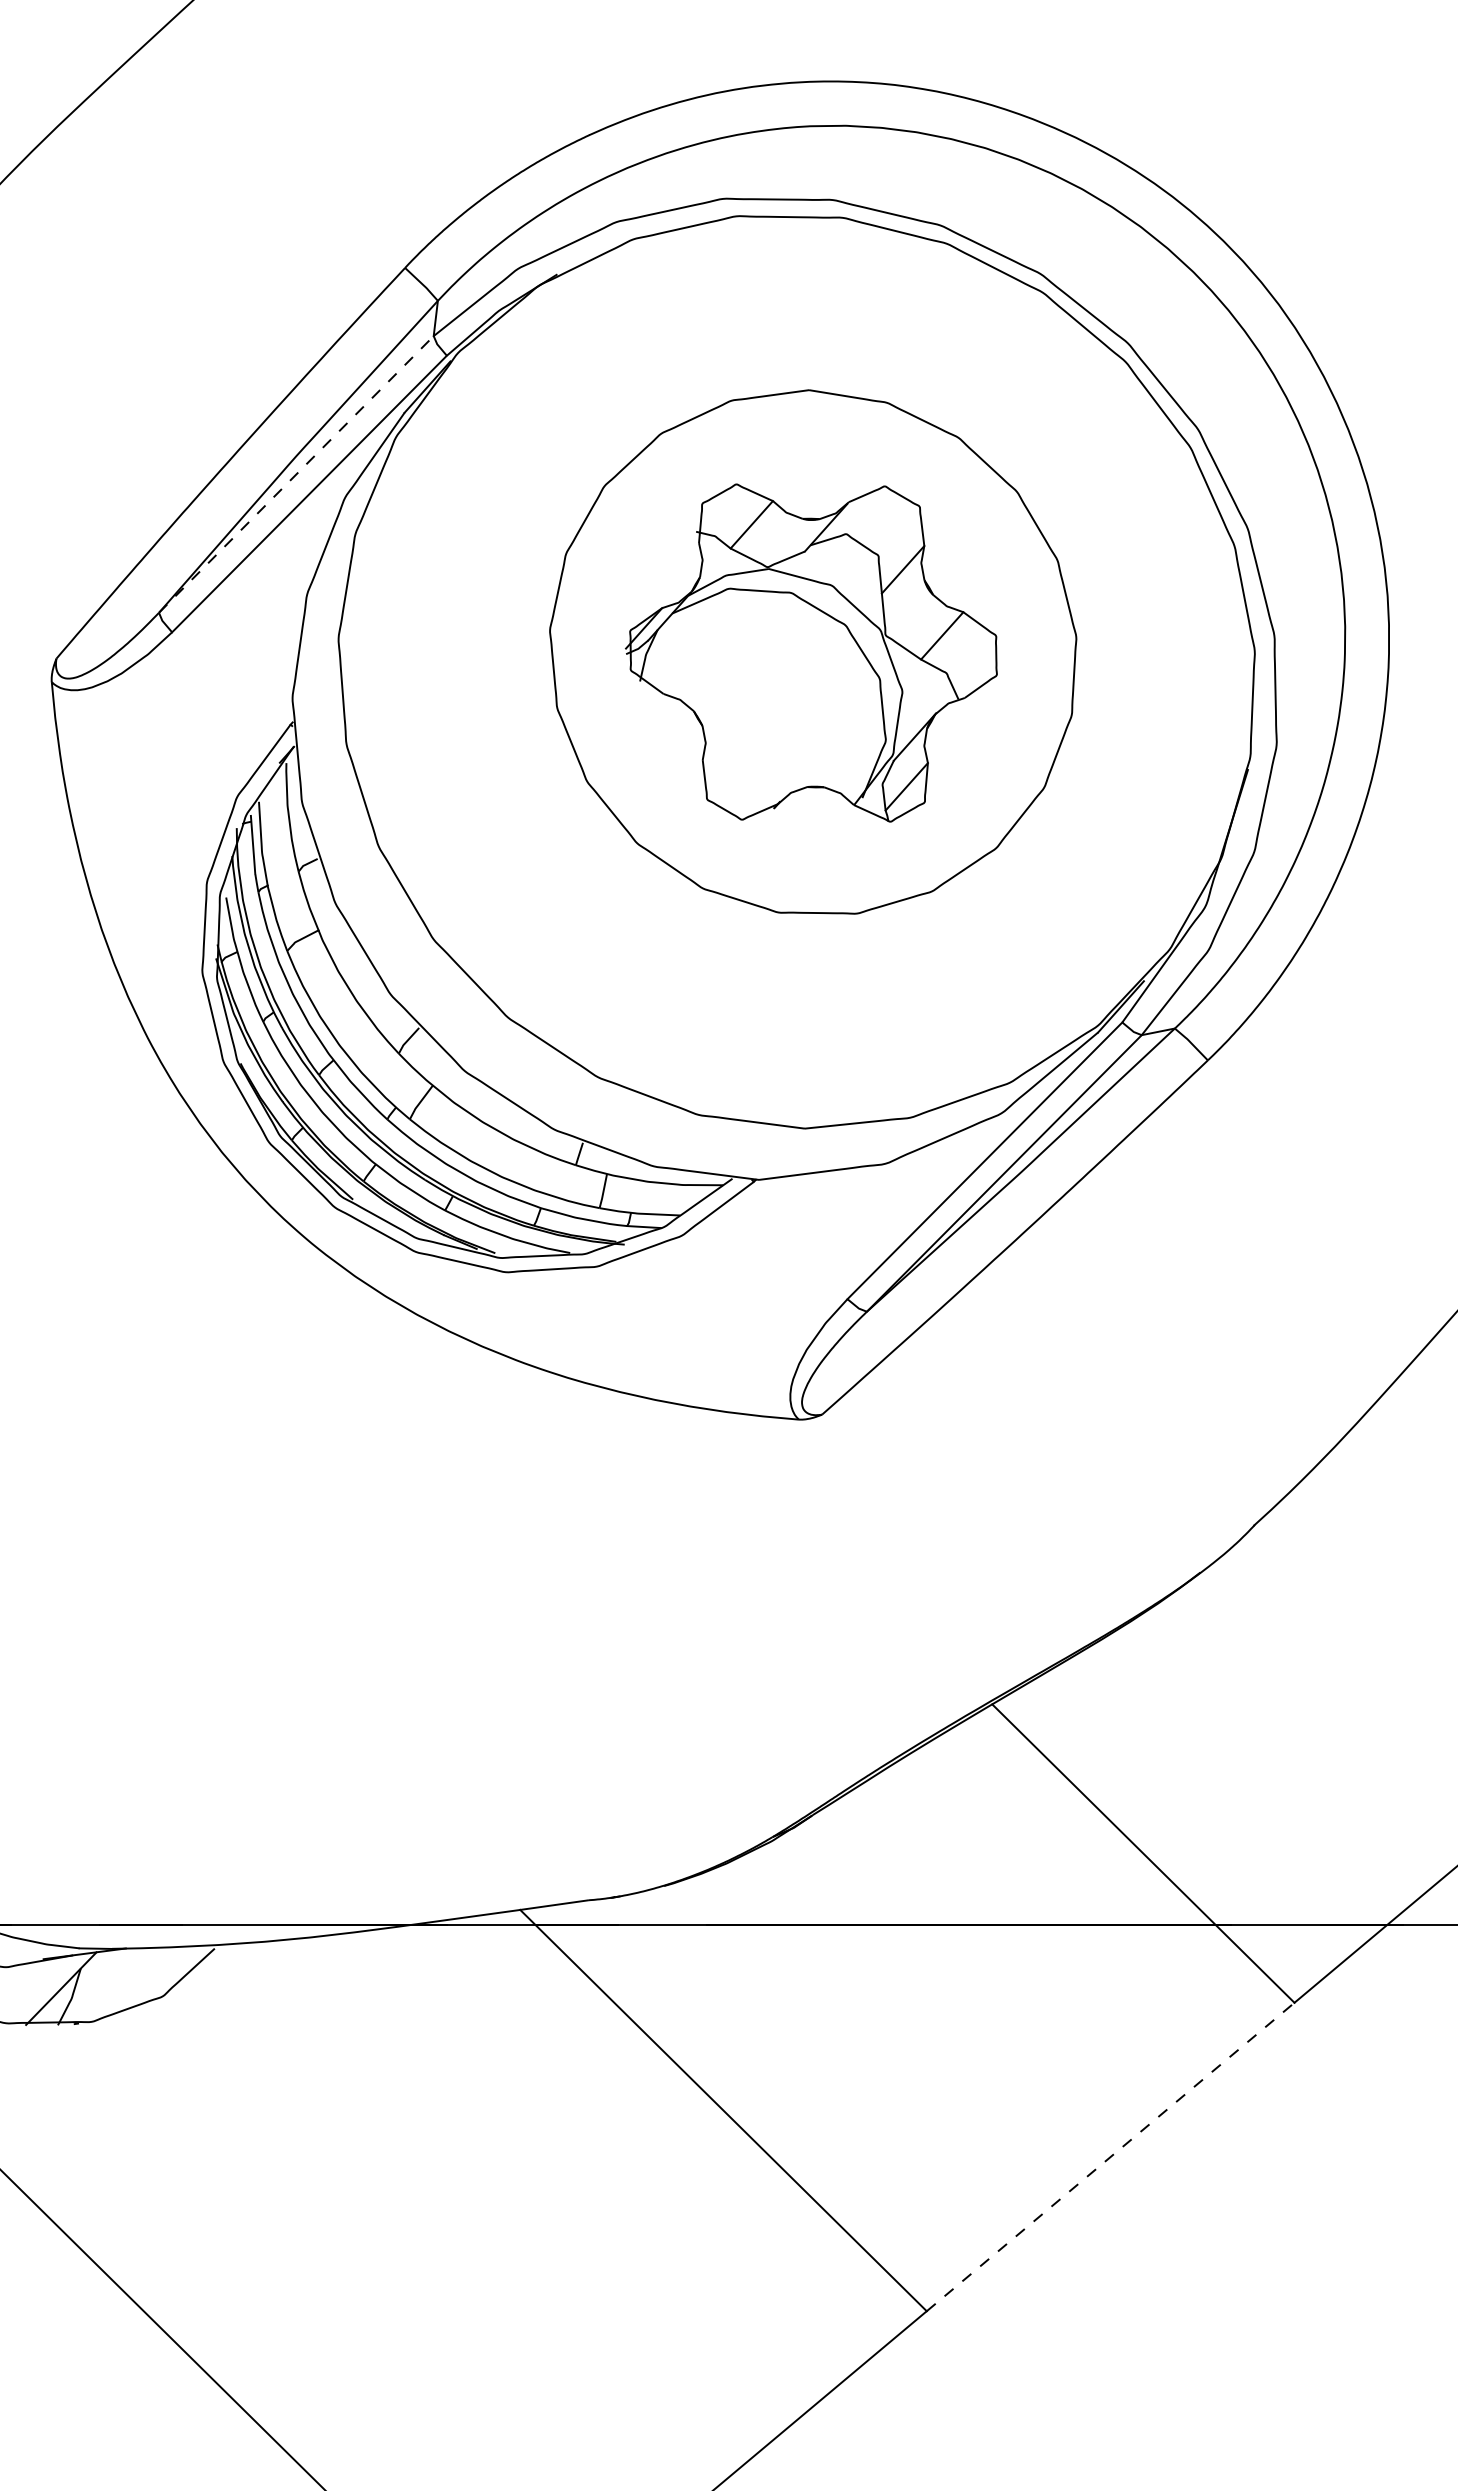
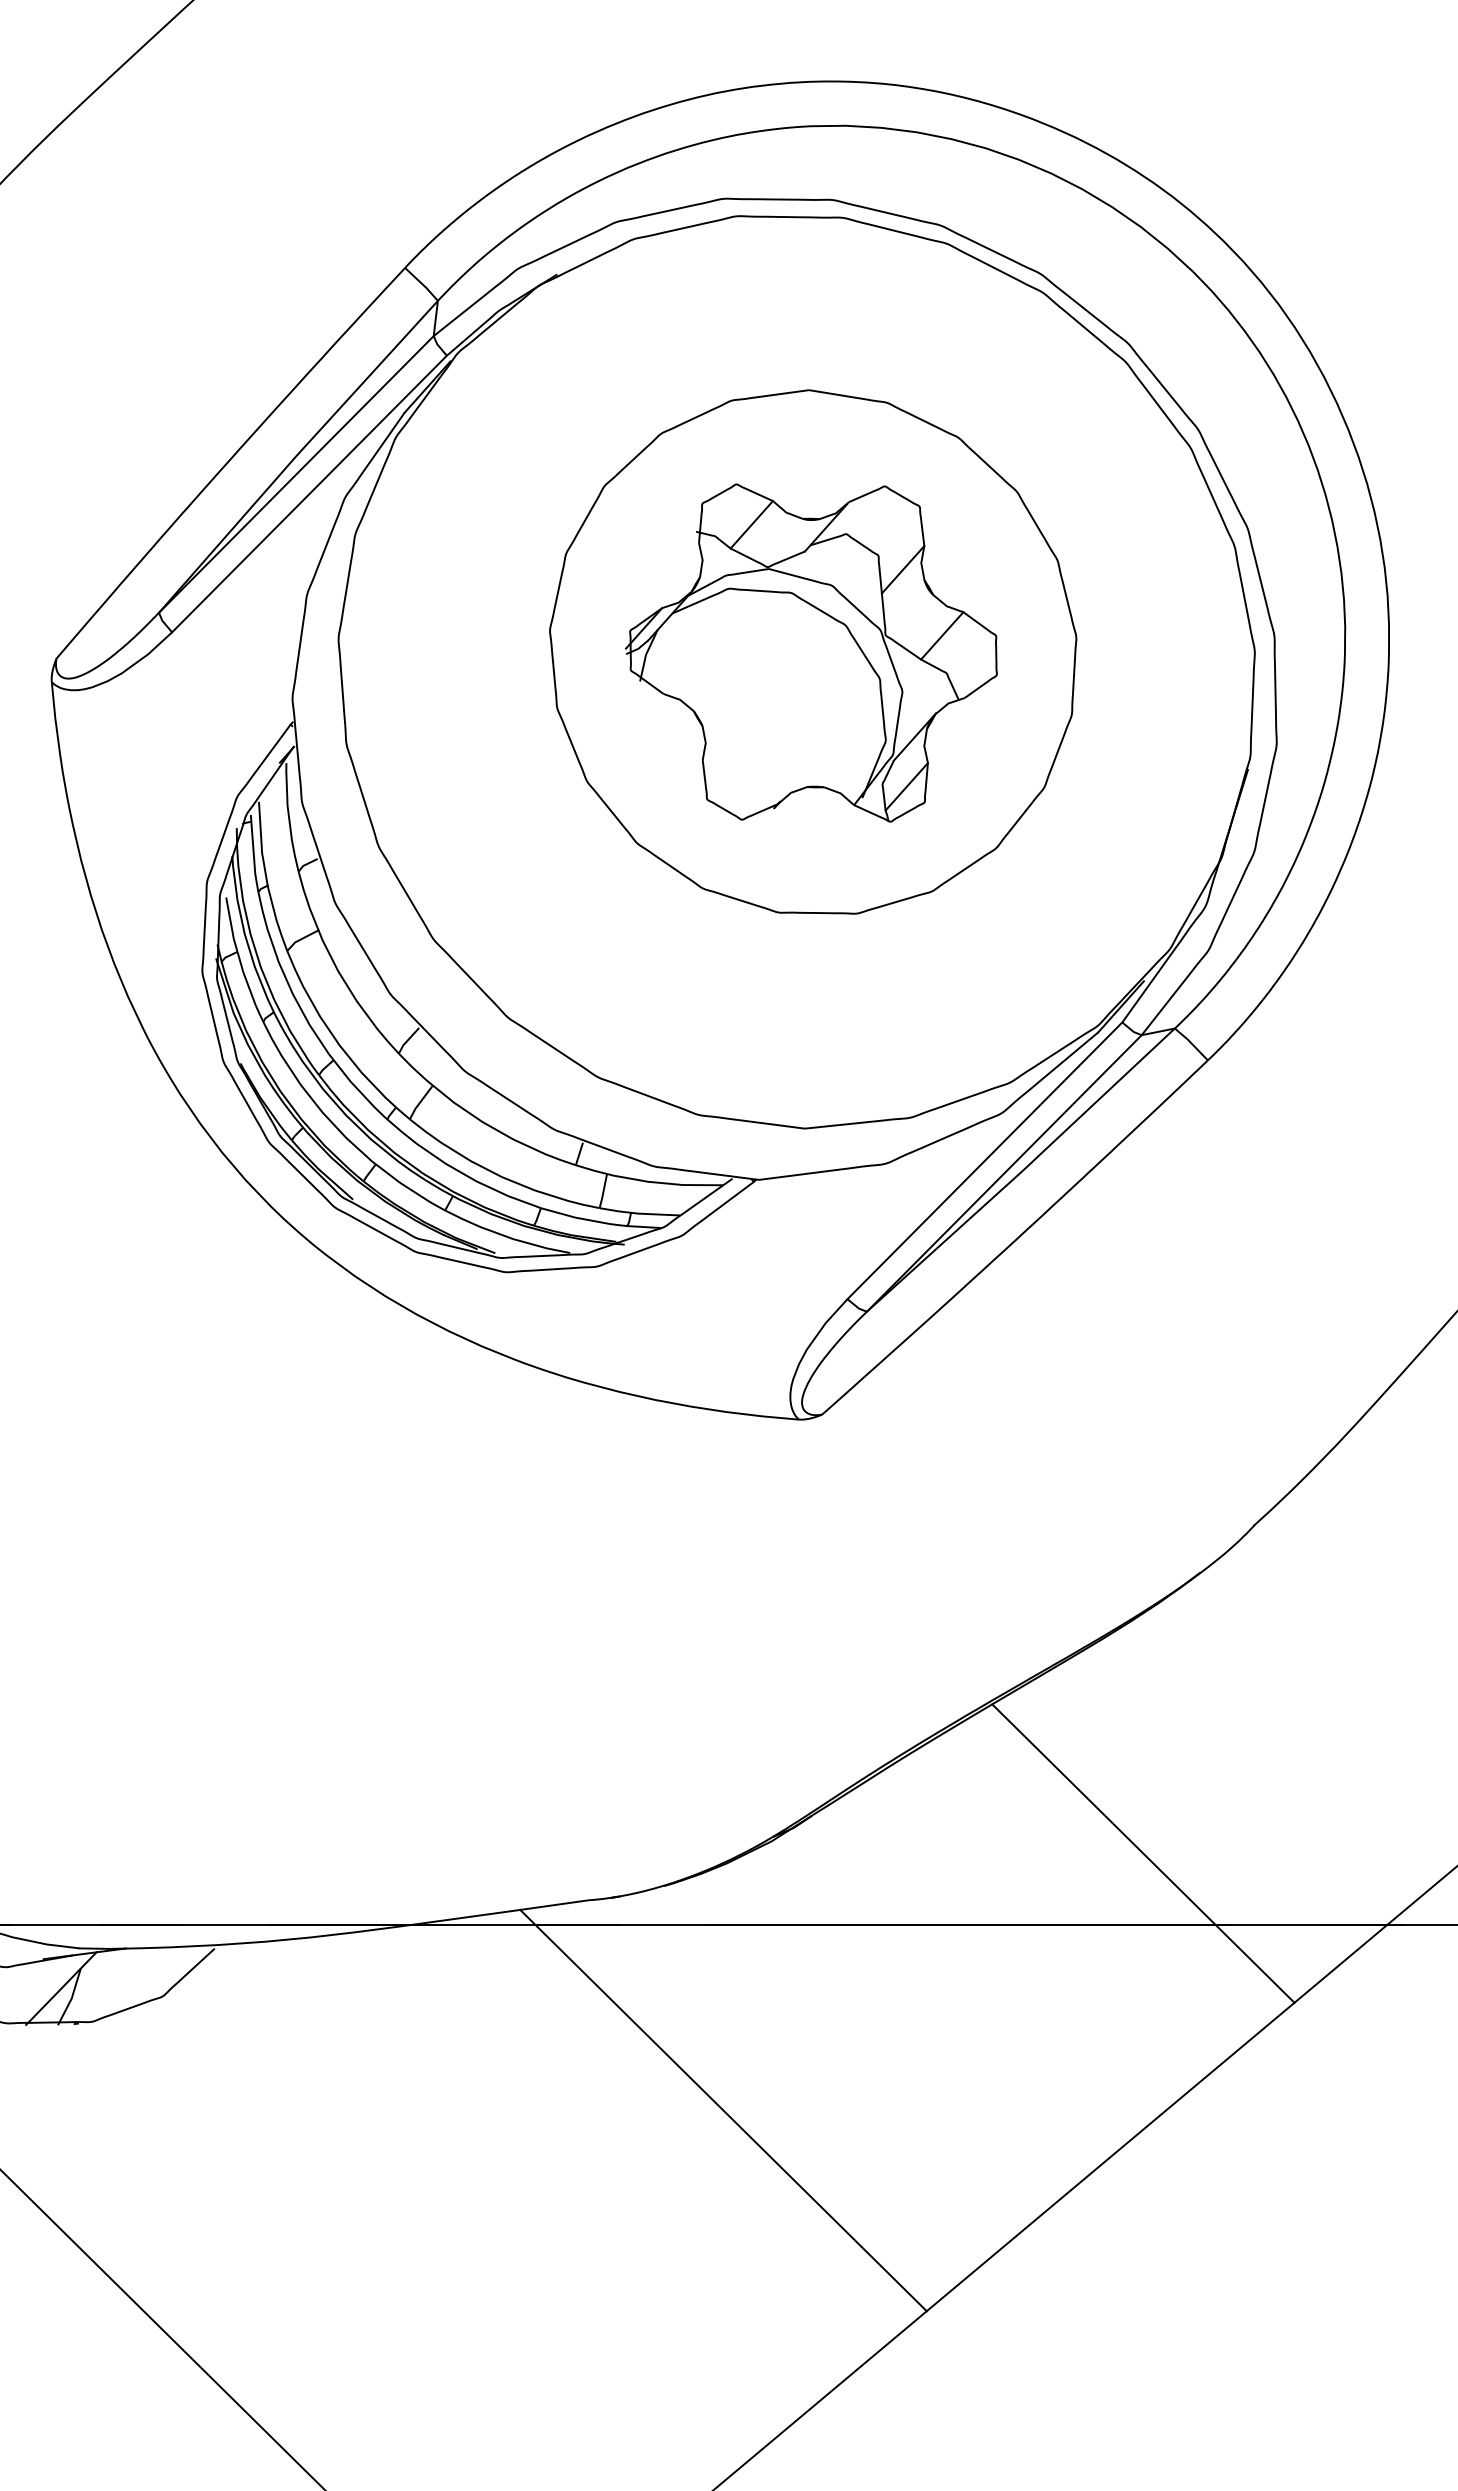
line at (296, 474): dashed -> solid
line at (1110, 2157): dashed -> solid
